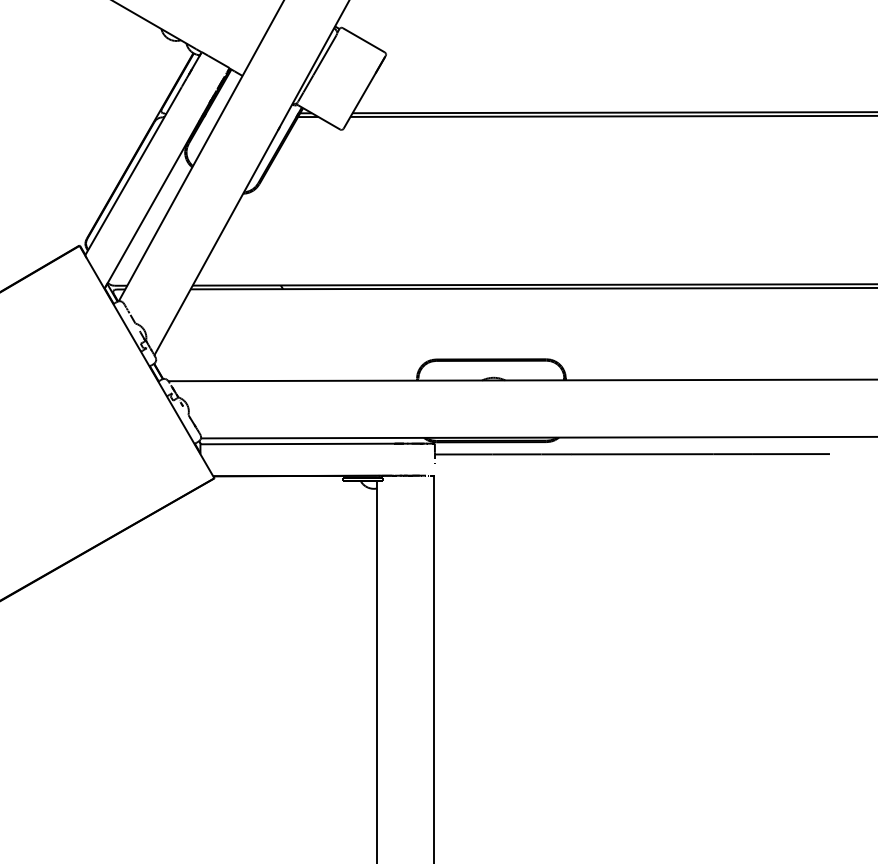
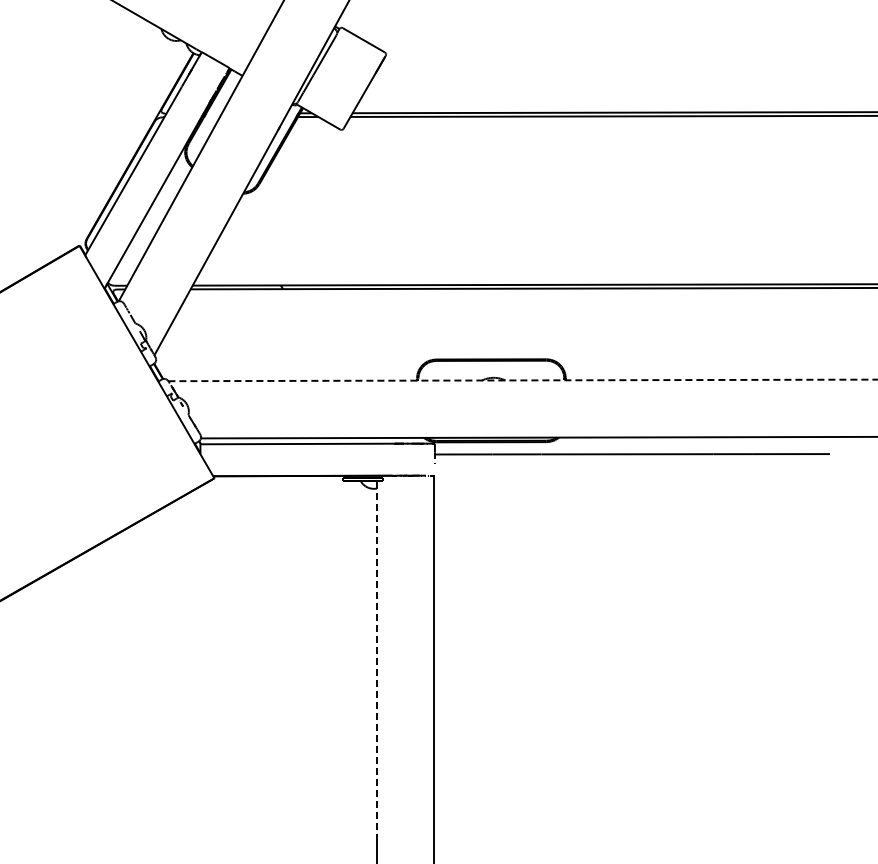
line at (523, 380): solid -> dashed
line at (376, 660): solid -> dashed
